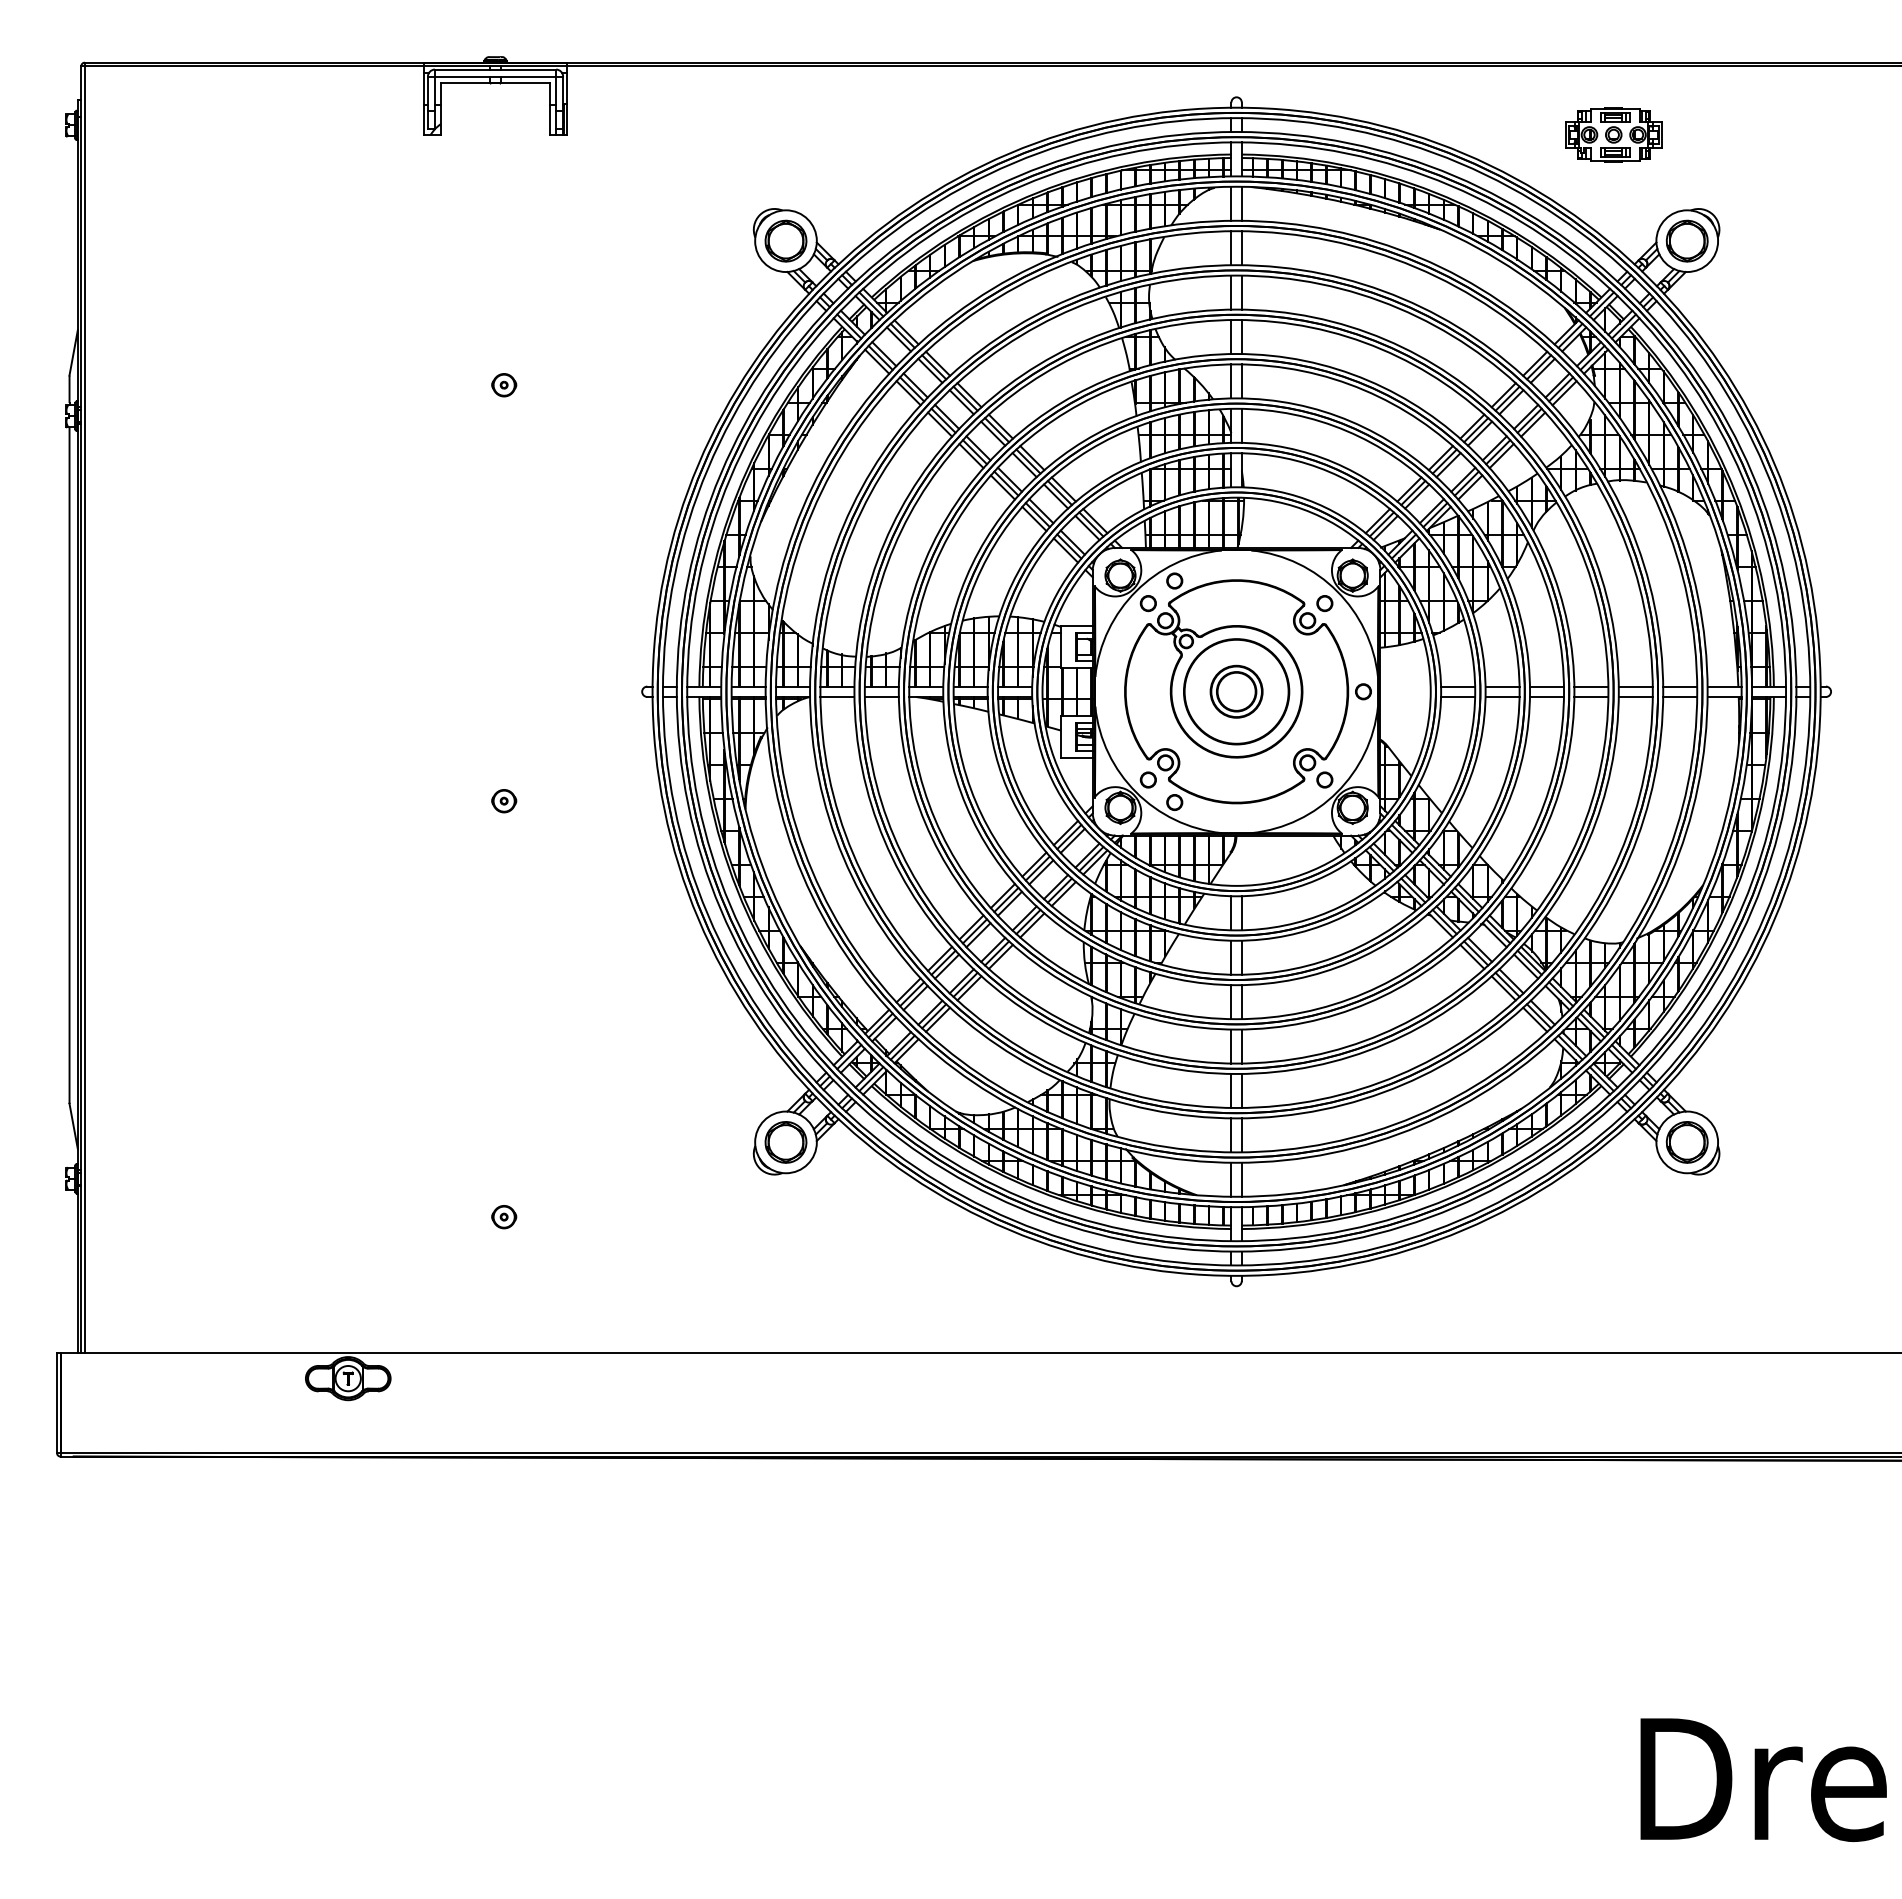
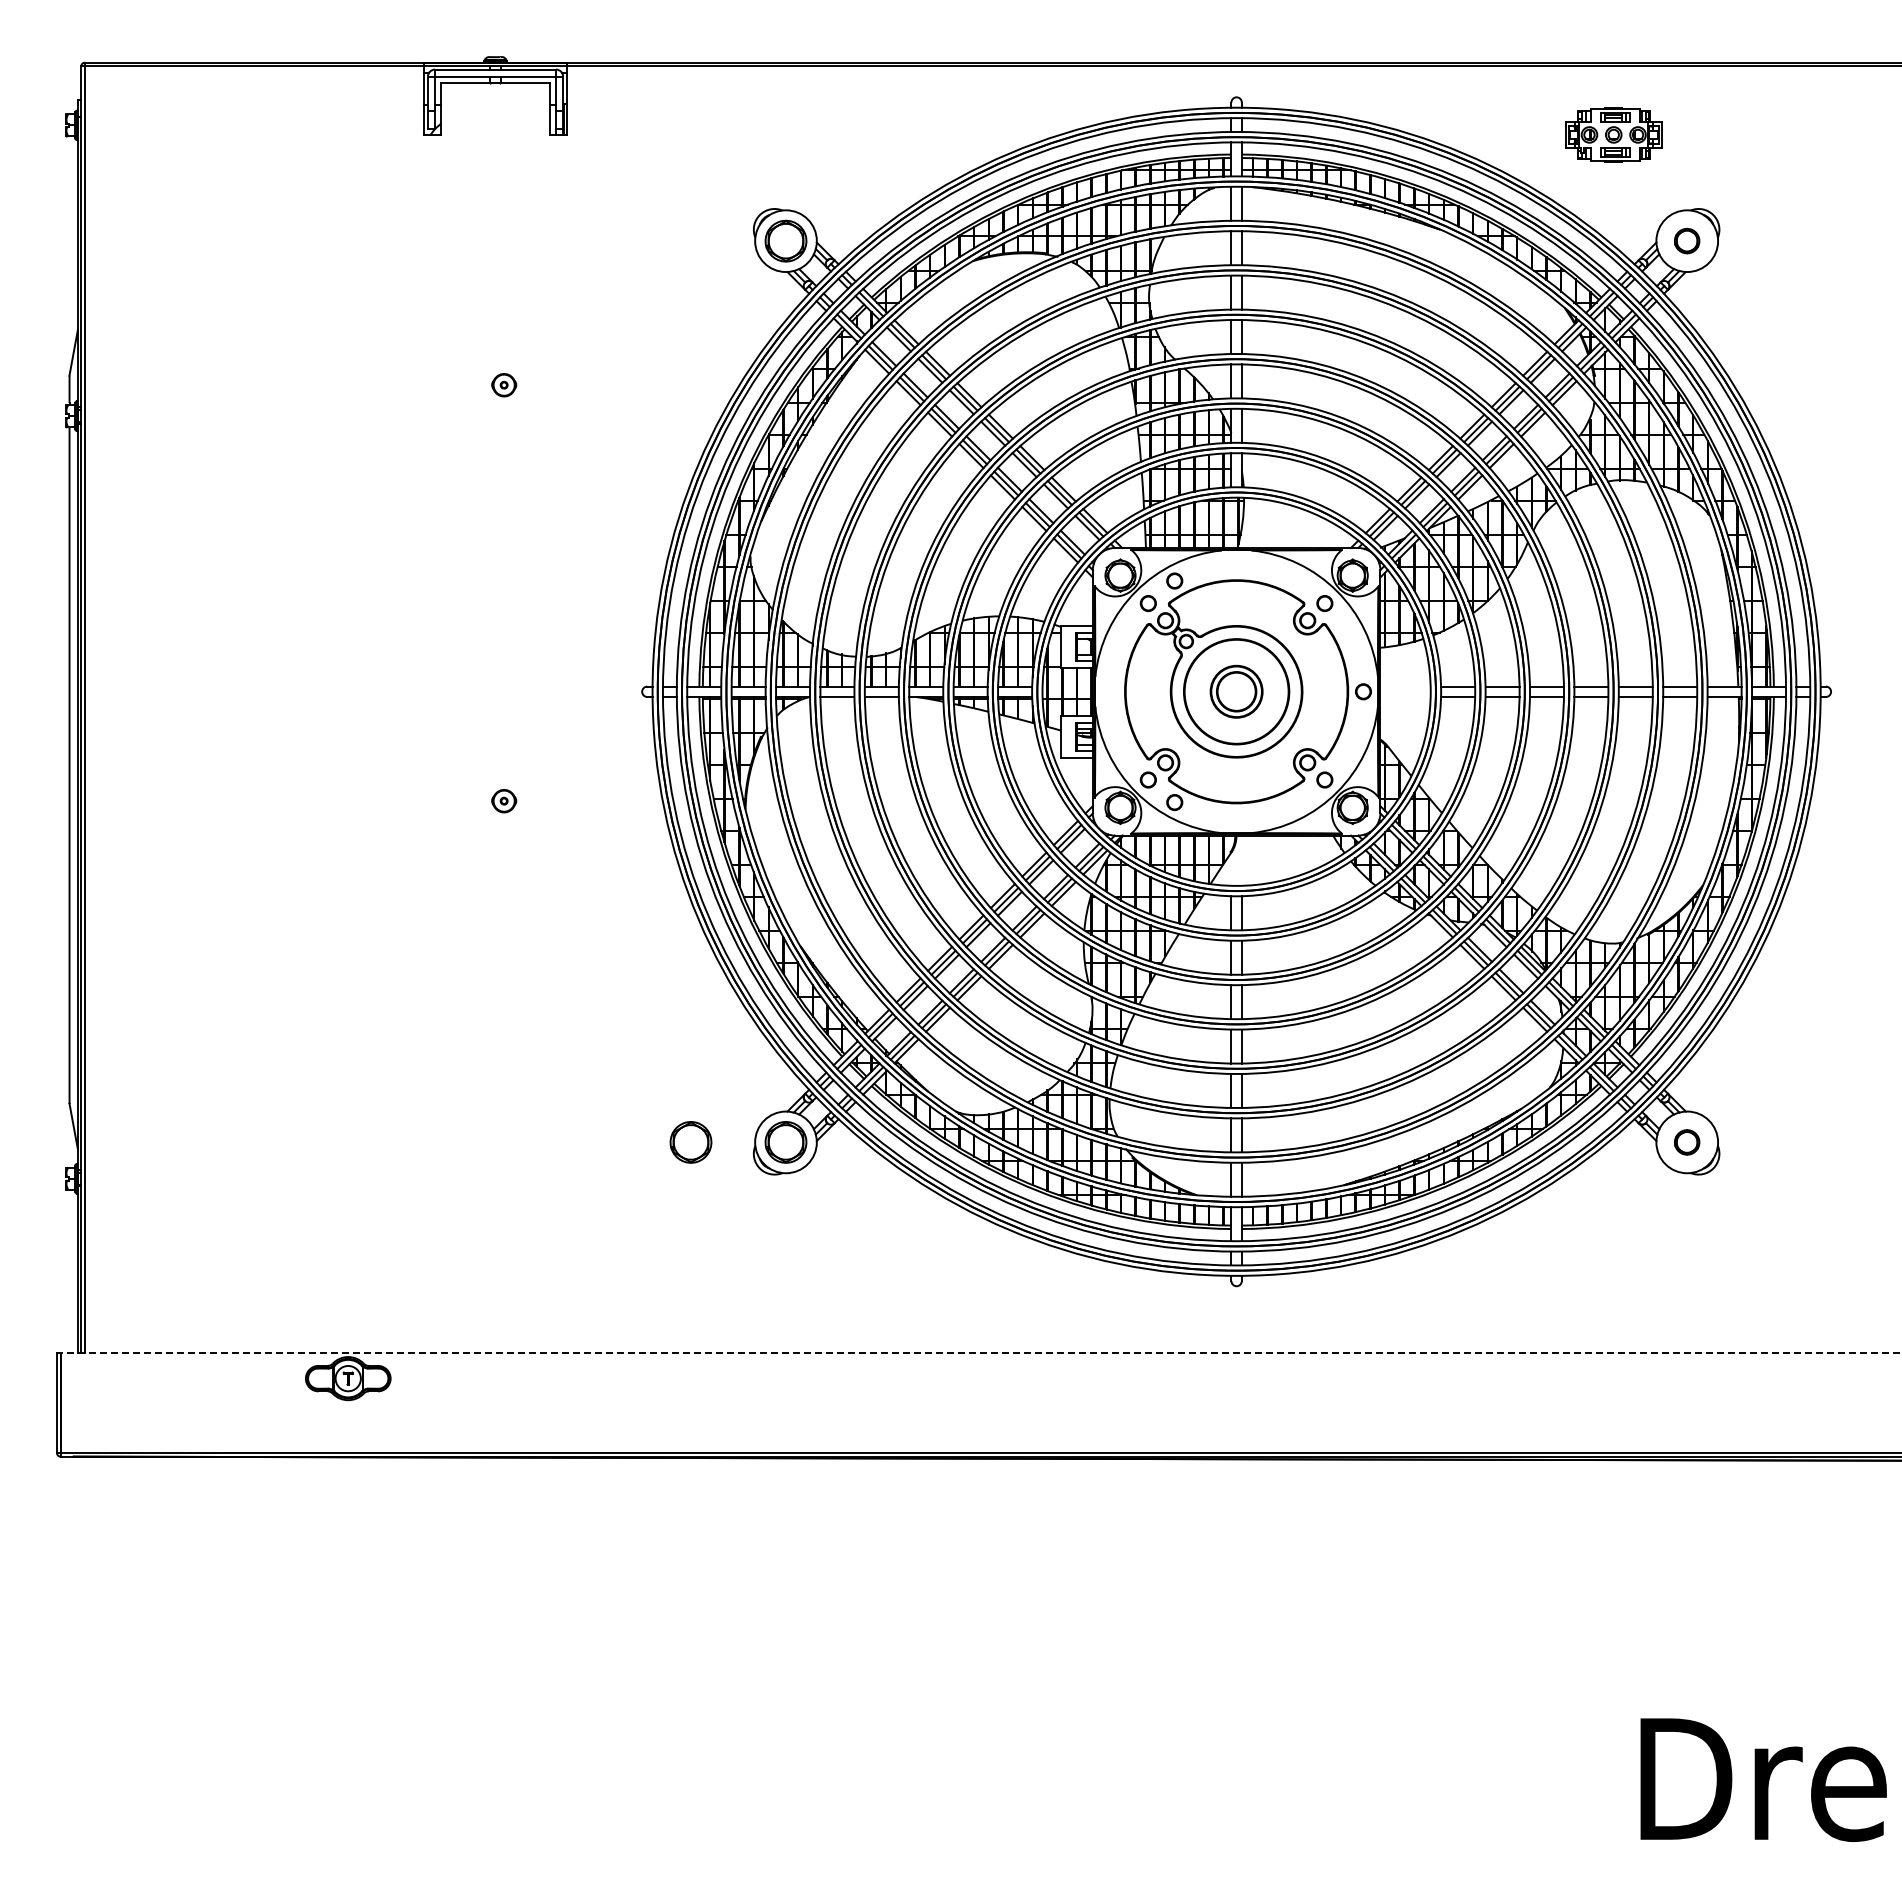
part at (1686, 240) size: 44x44 px -> 27x28 px
part at (690, 1142): none -> present
part at (1686, 1142) size: 44x43 px -> 27x27 px
part at (504, 1217): present -> none
line at (980, 1353): solid -> dashed
